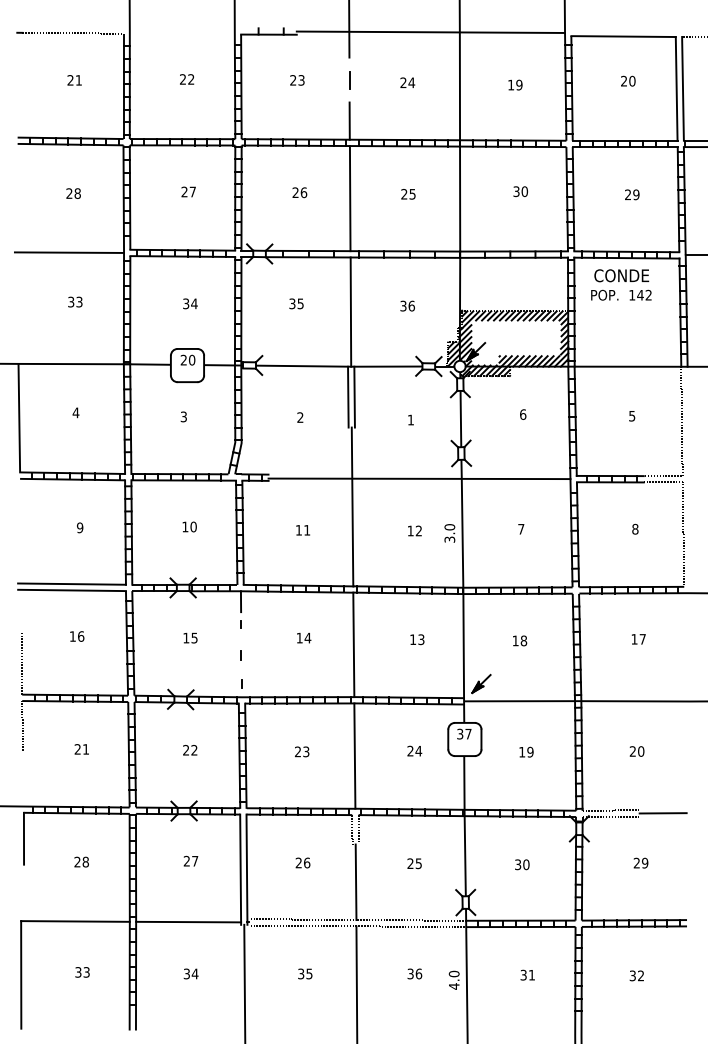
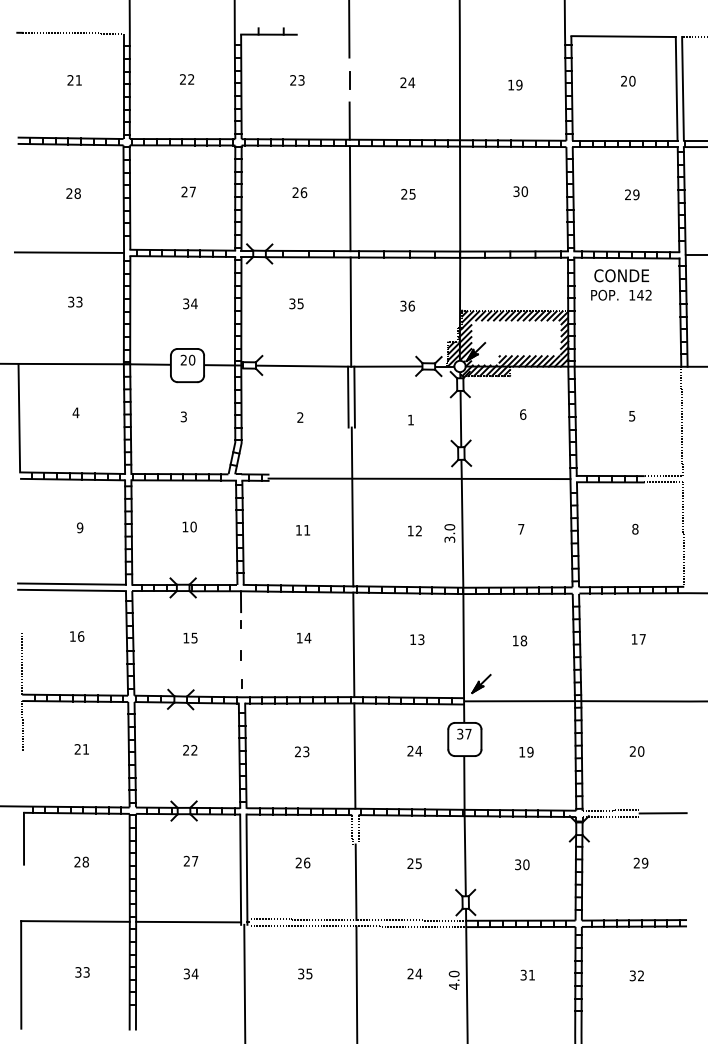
line at (430, 31): present -> none
text at (414, 973): 36 -> 24
